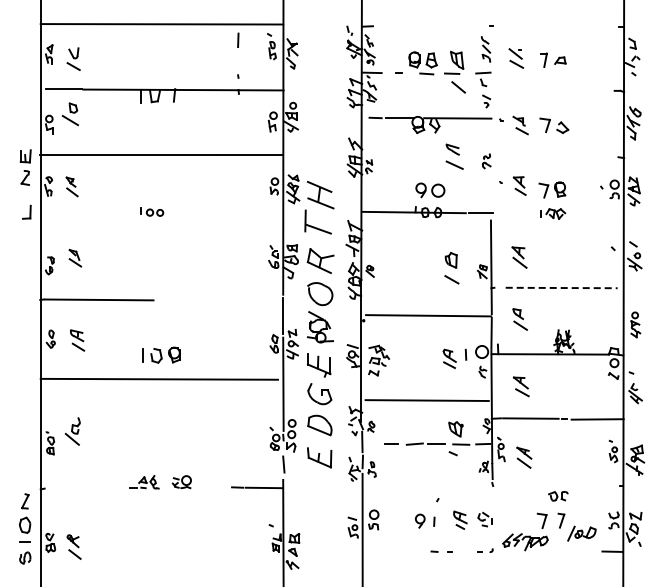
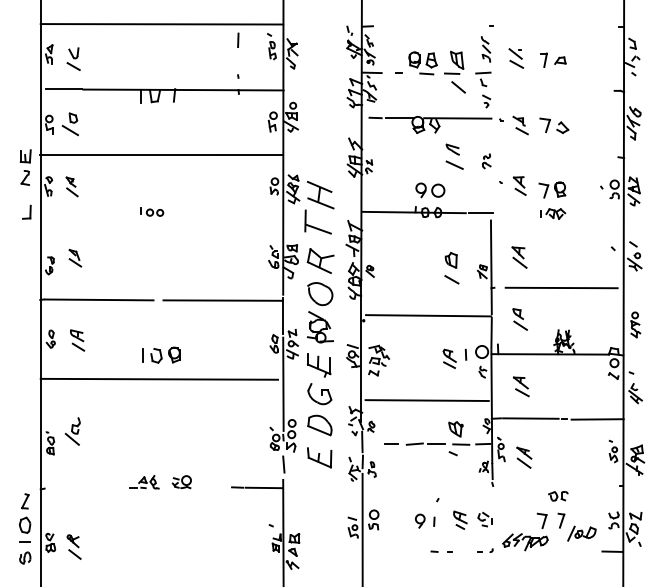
part at (69, 114) position: (69, 114) -> (69, 124)
line at (561, 288): dashed -> solid
line at (222, 300): none -> present
